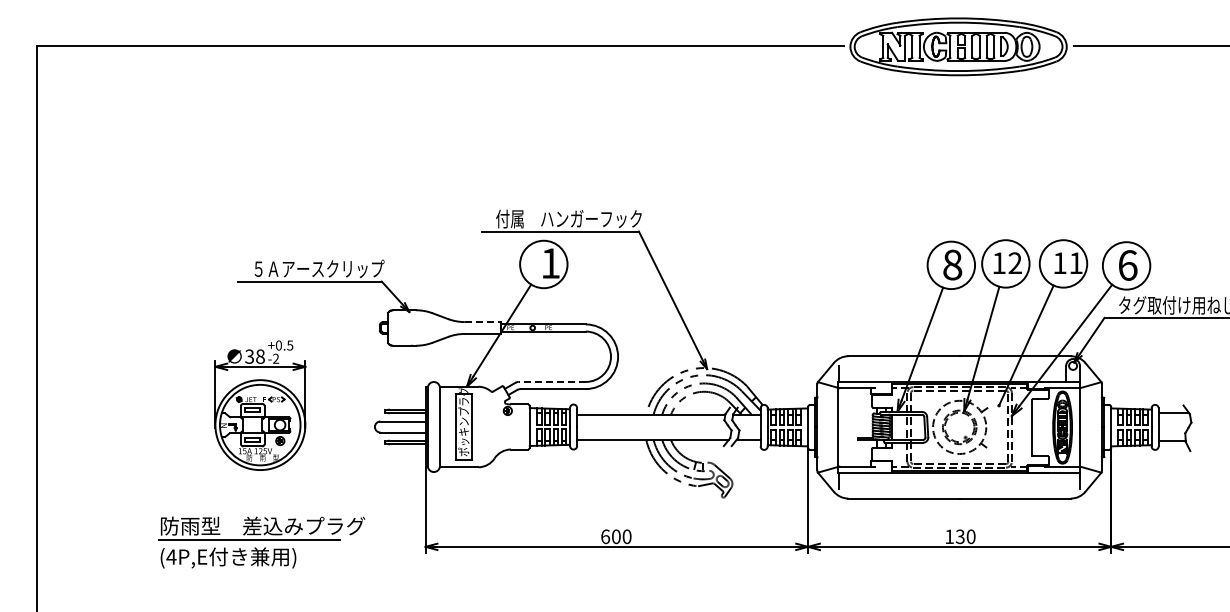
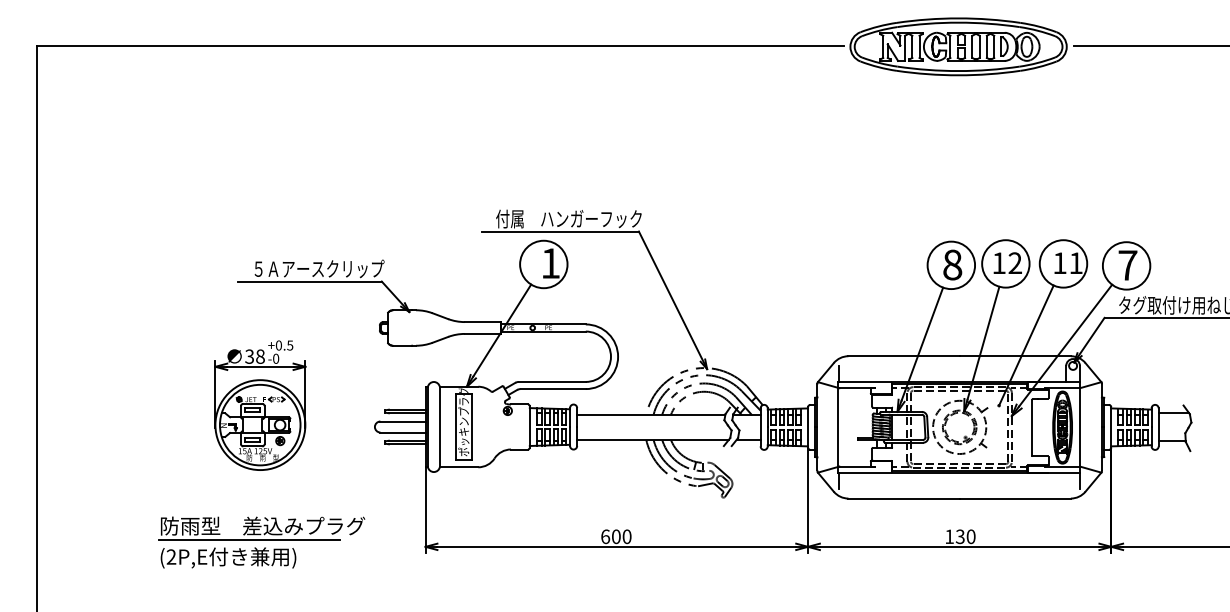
text at (1127, 265): 6 -> 7
line at (482, 322): dashed -> solid
text at (276, 358): -2 -> -0
line at (551, 382): dashed -> solid
text at (171, 556): (4P,E -> (2P,E
